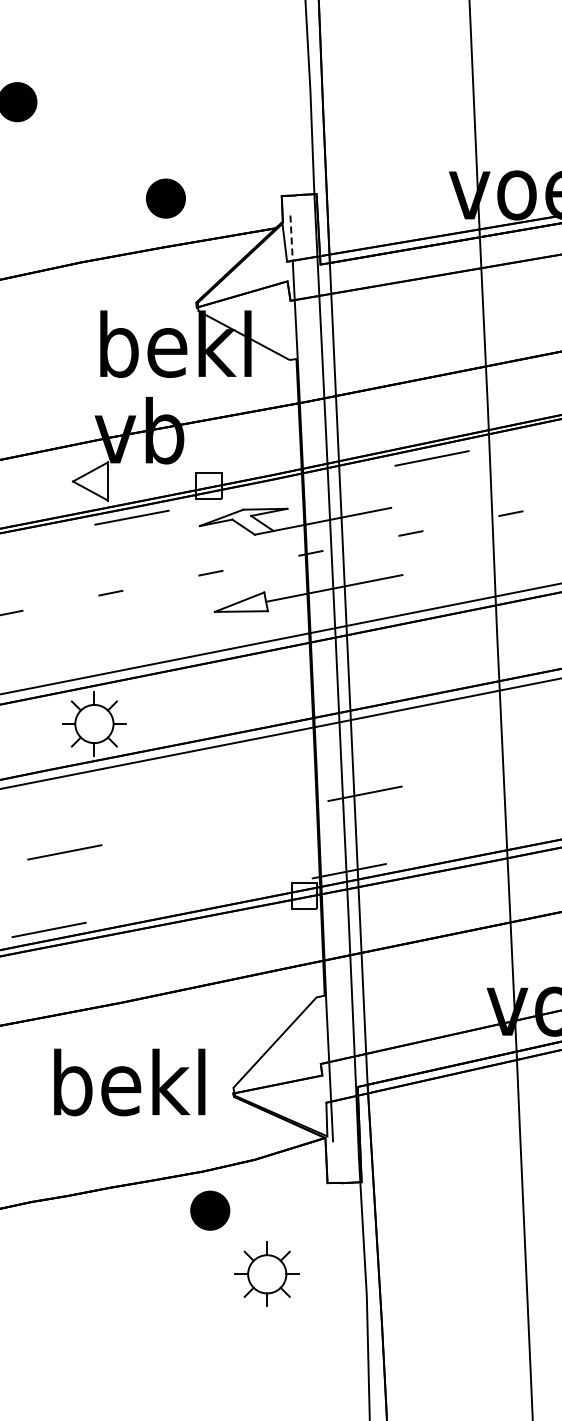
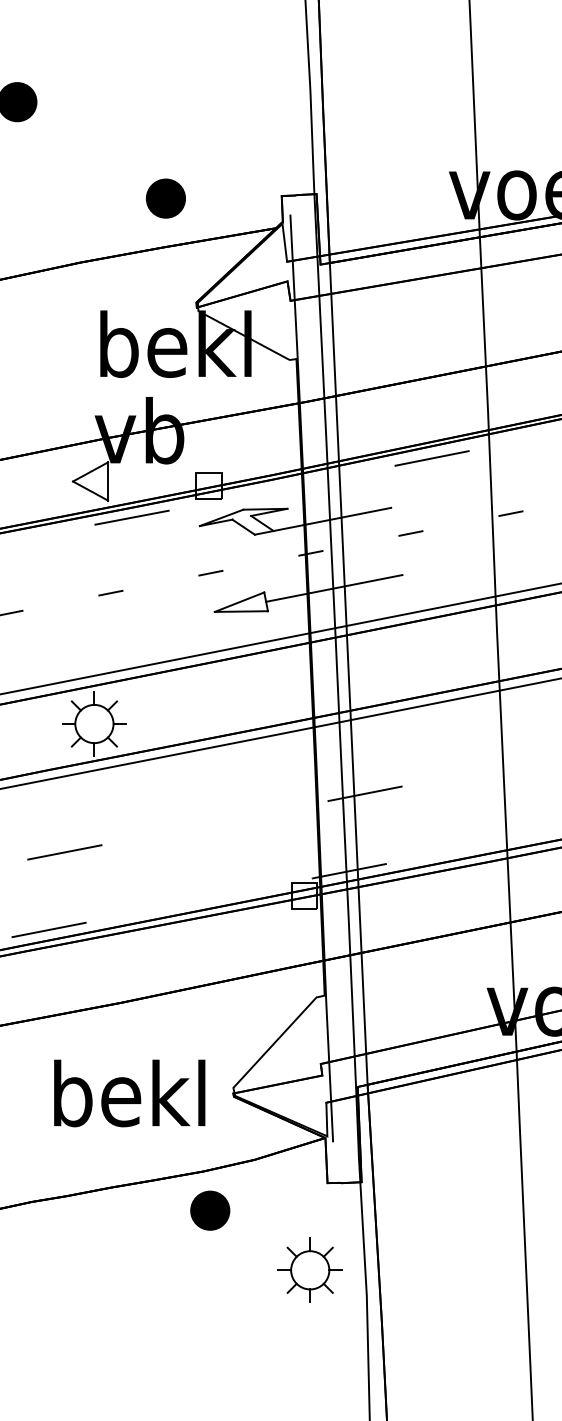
line at (291, 238): dashed -> solid
text at (129, 1082) position: (129, 1082) -> (129, 1093)
part at (266, 1273) position: (266, 1273) -> (309, 1269)
